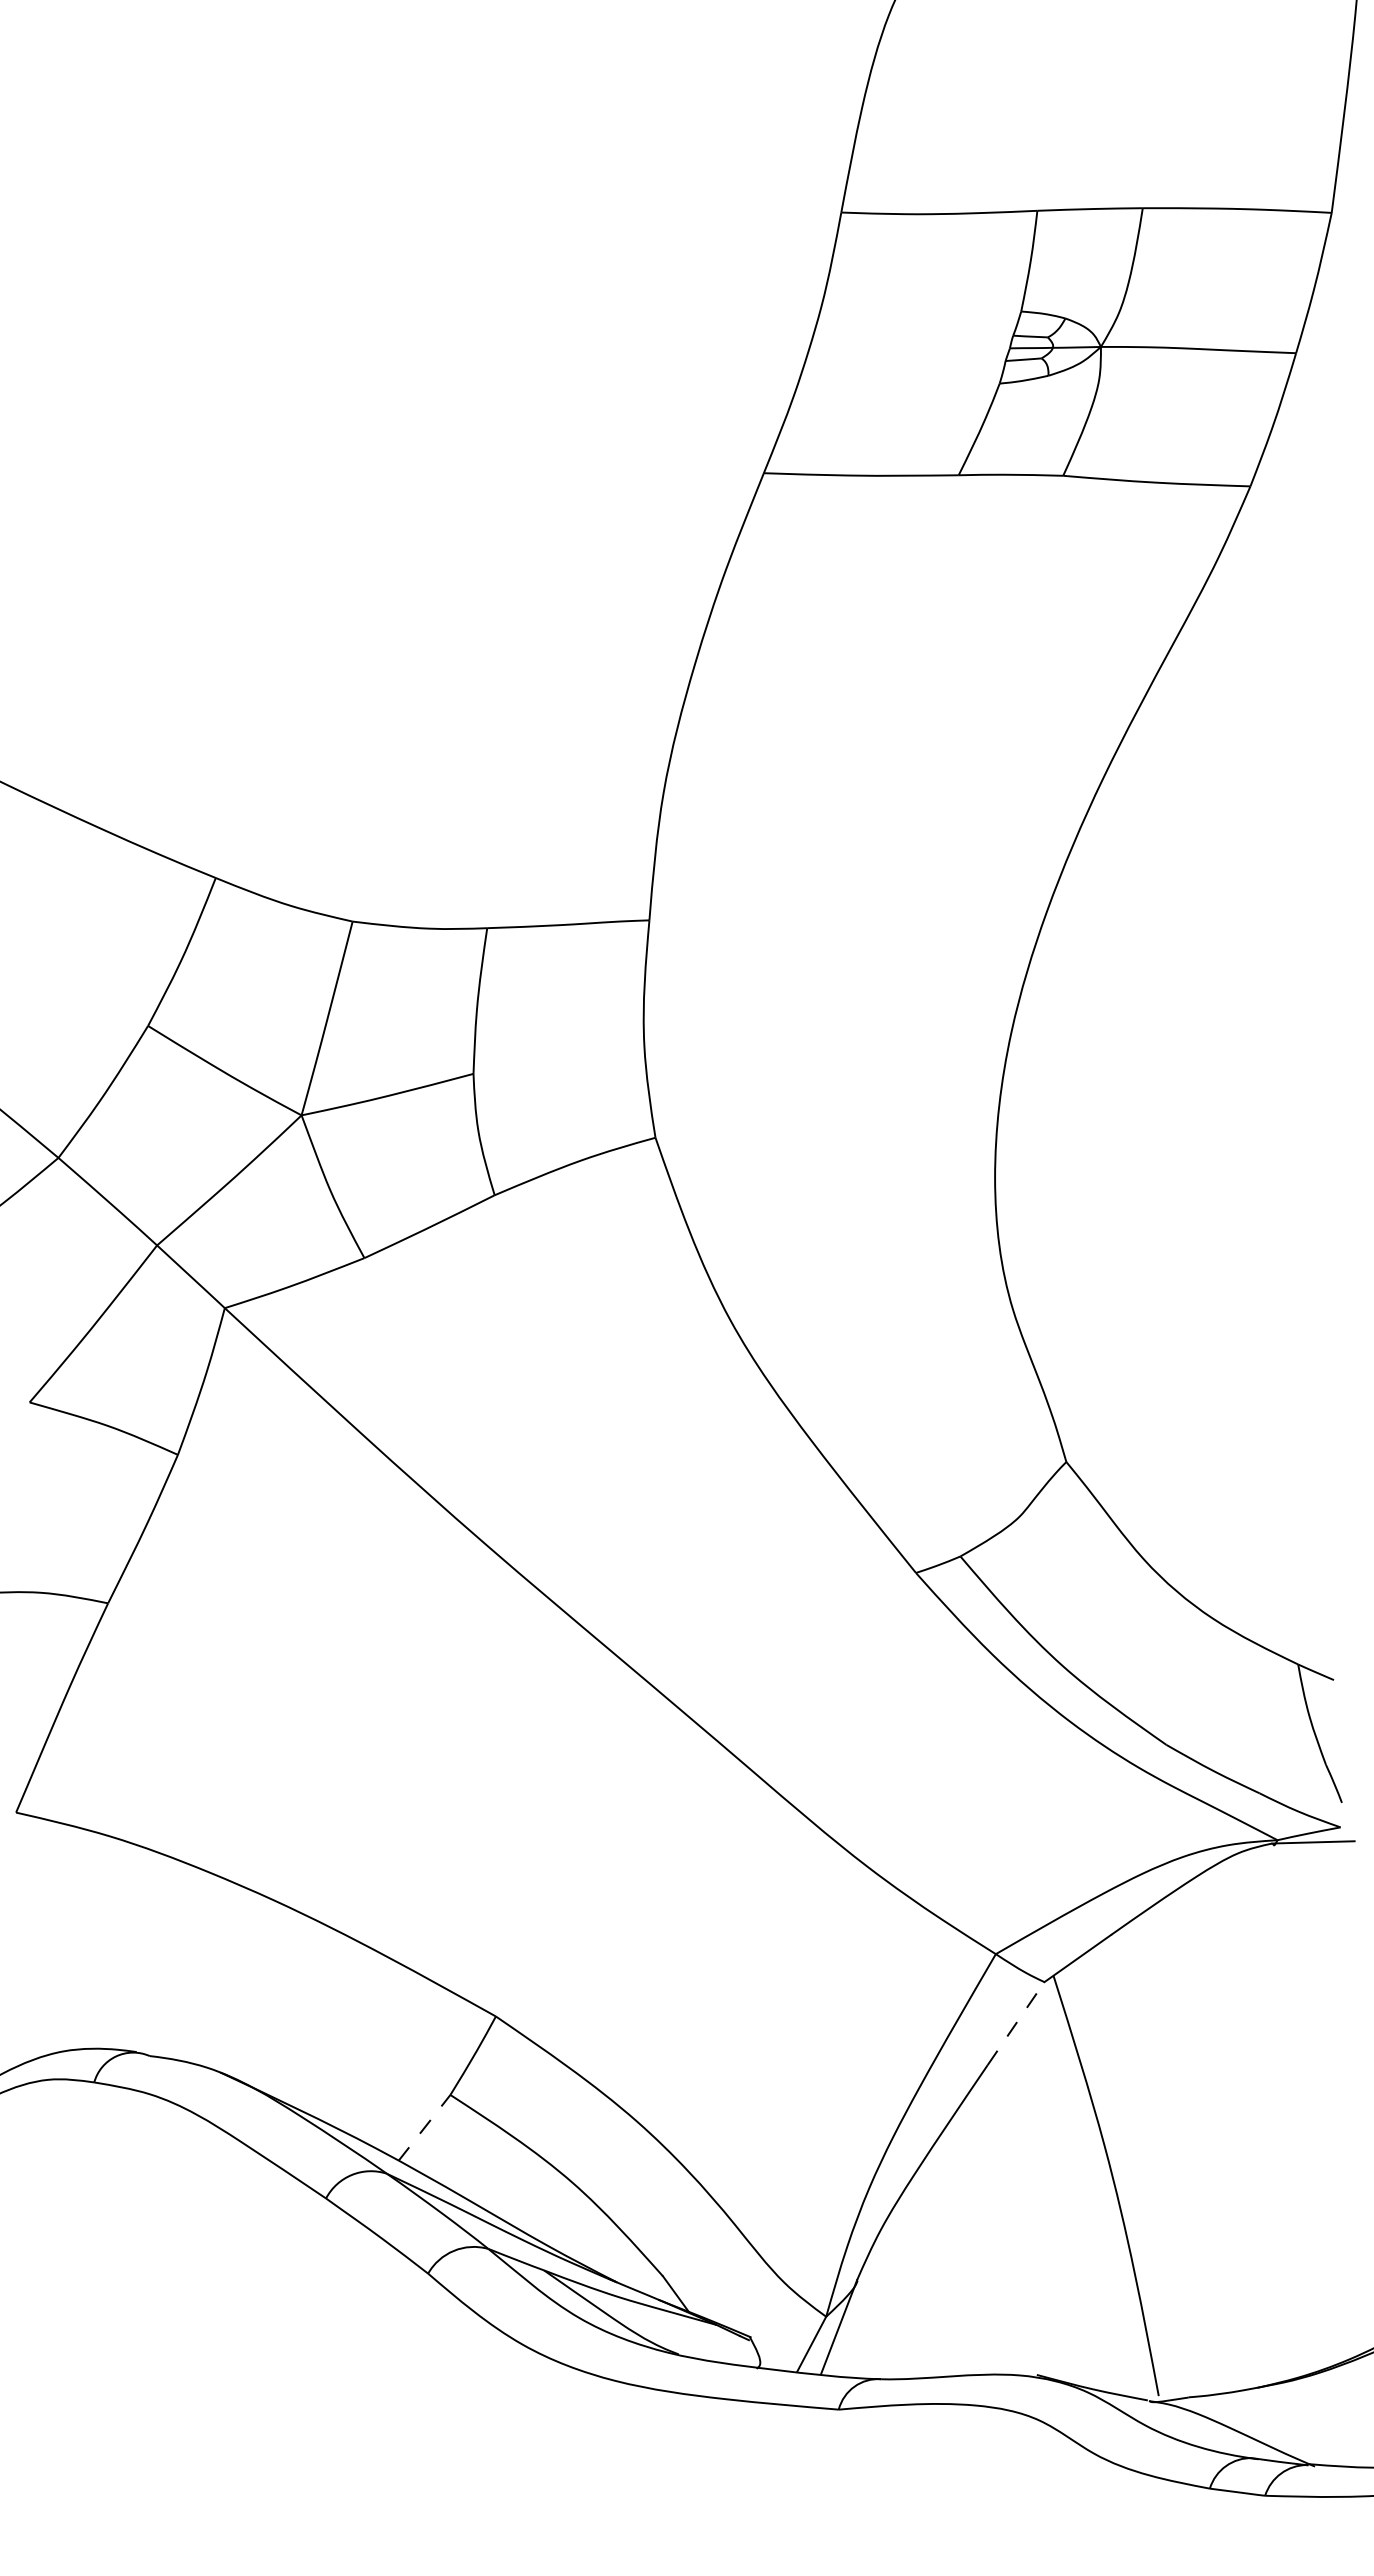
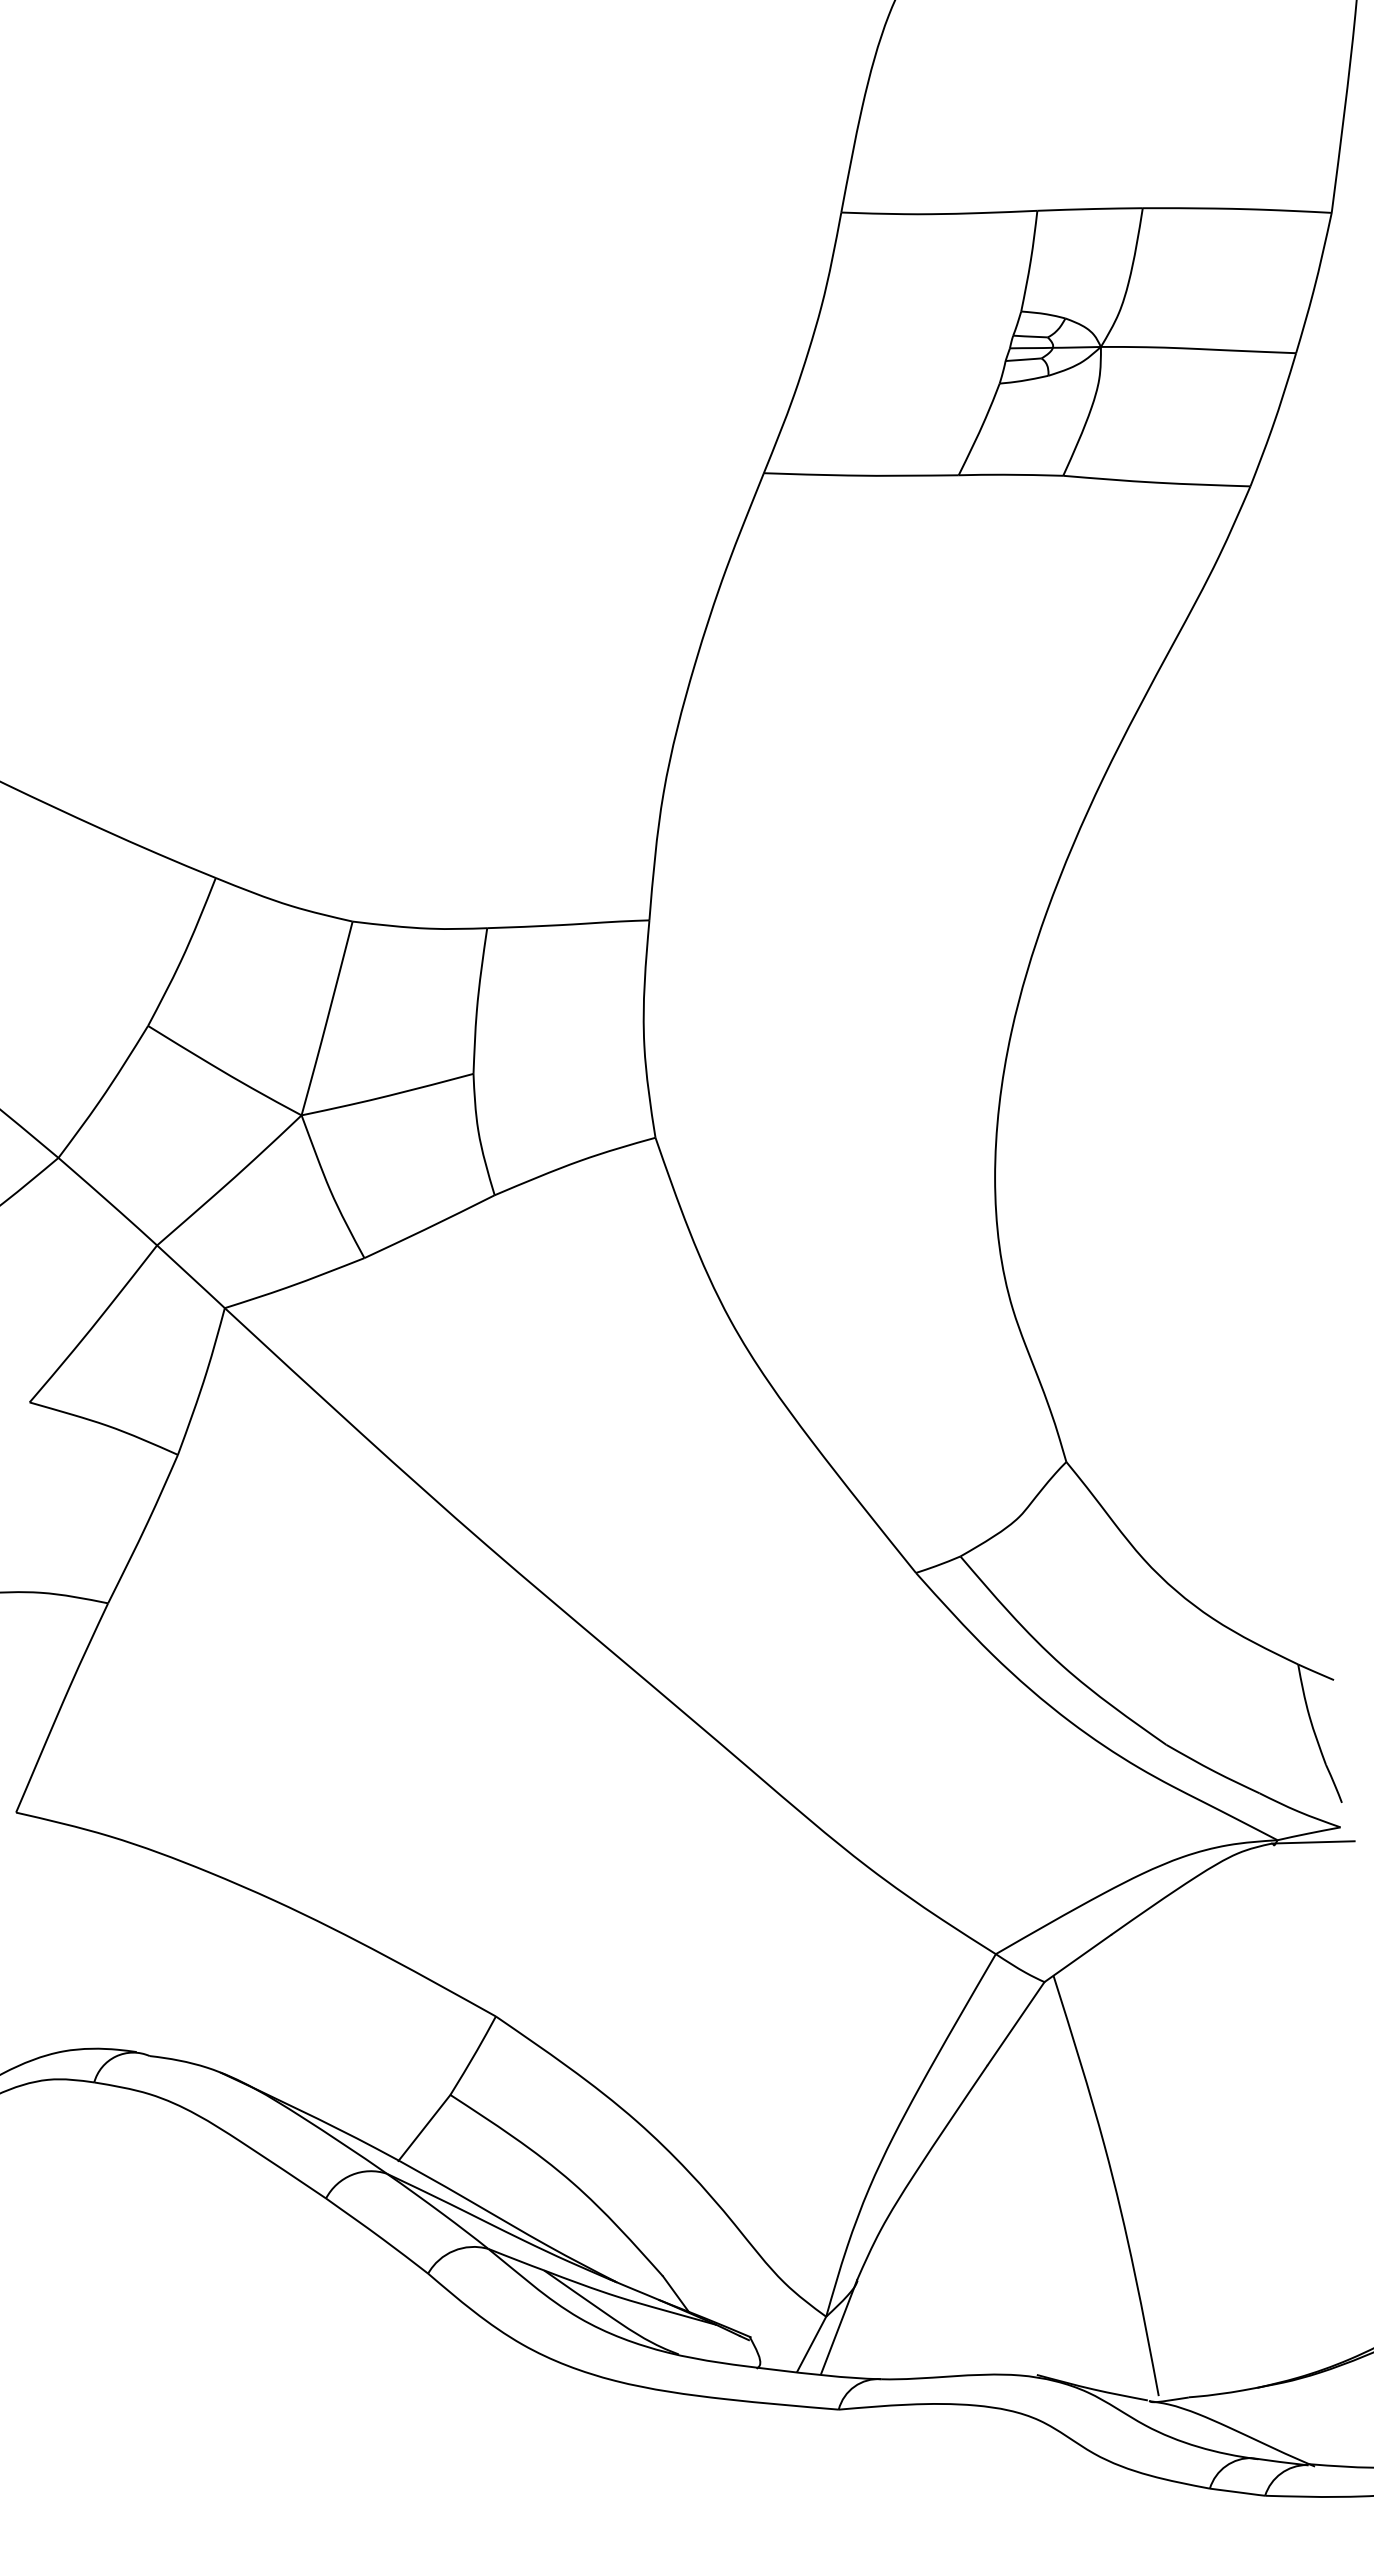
line at (1016, 2023): dashed -> solid
line at (424, 2127): dashed -> solid
